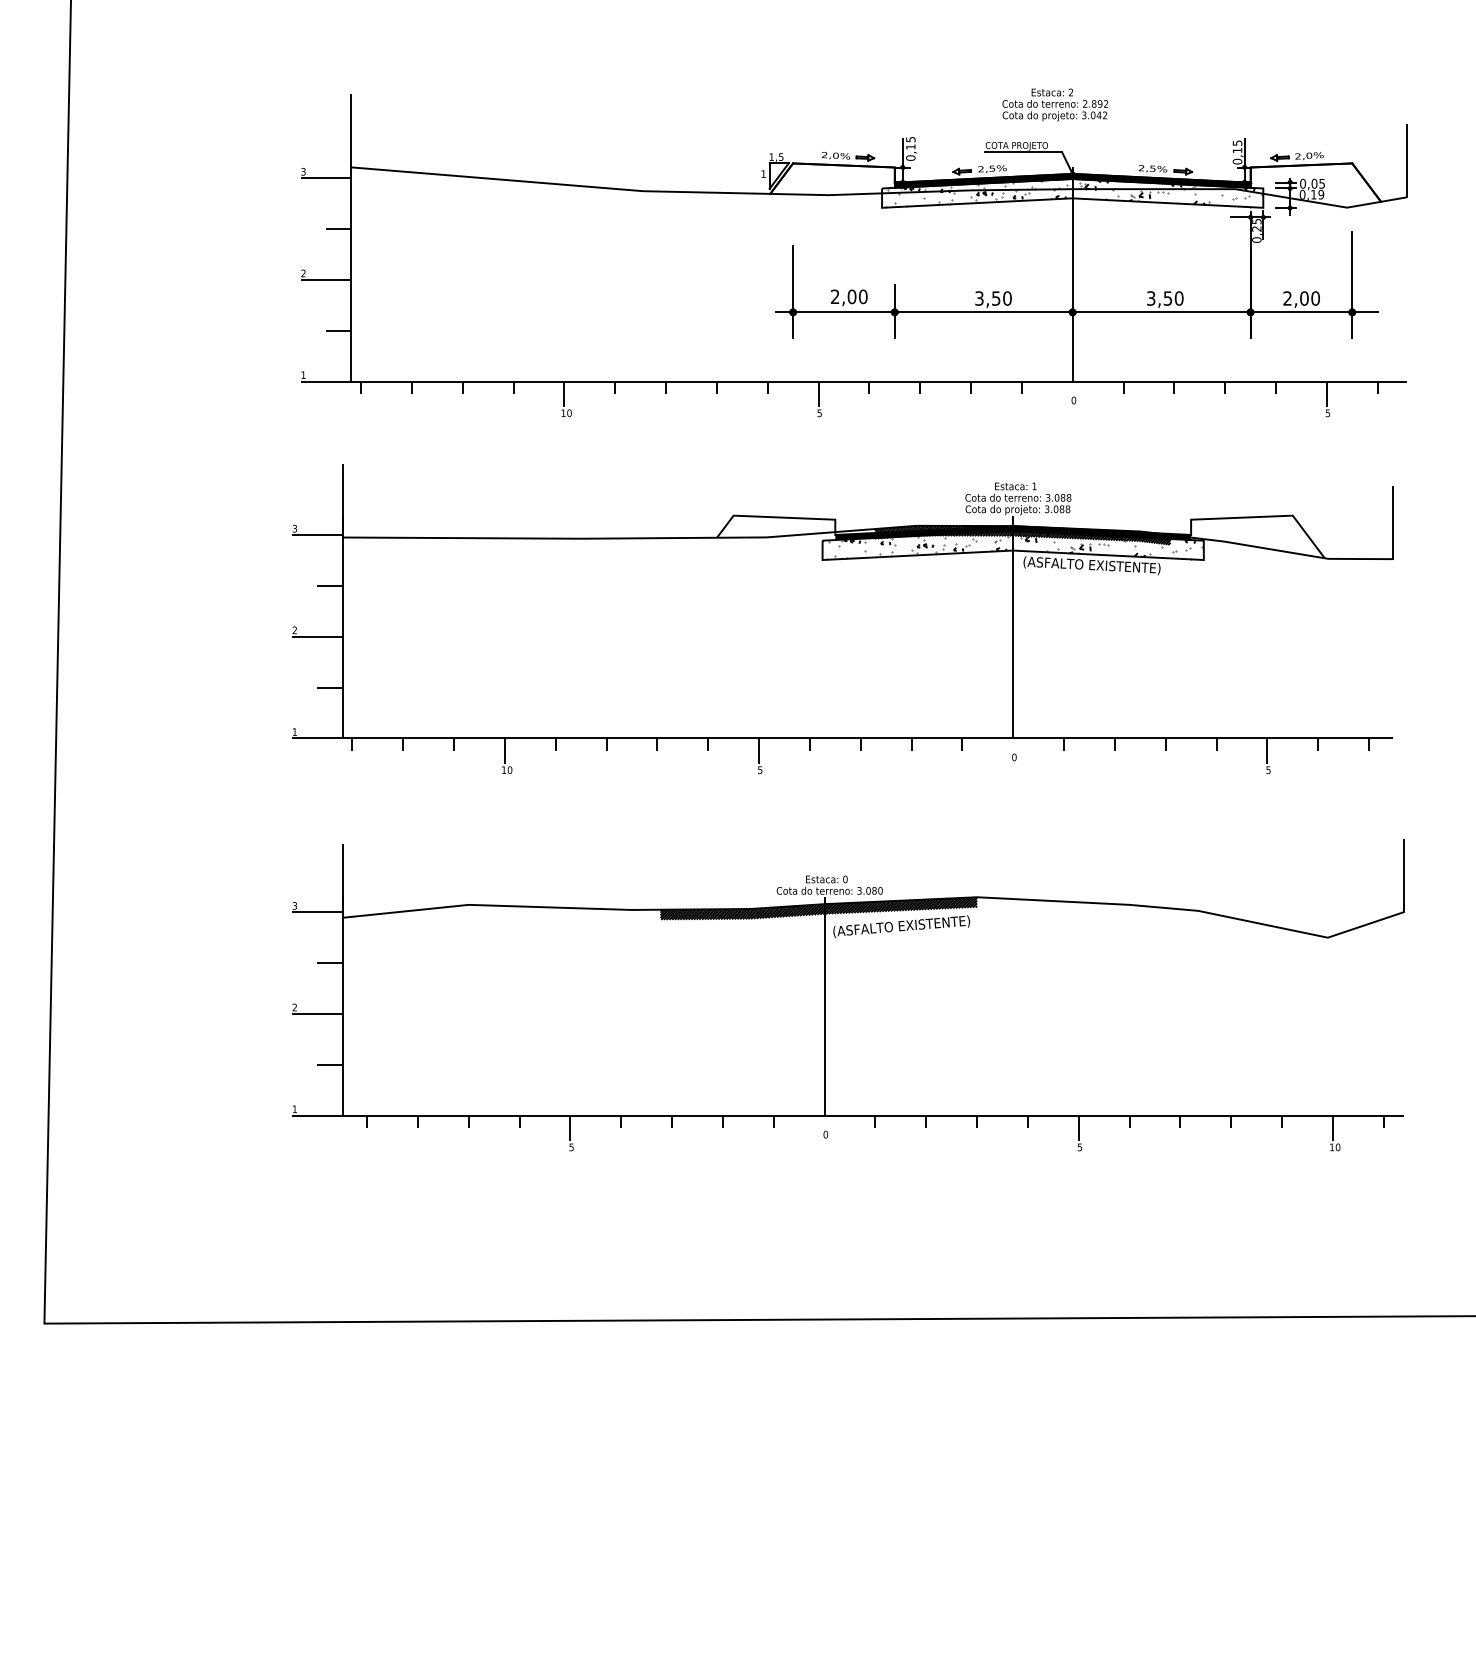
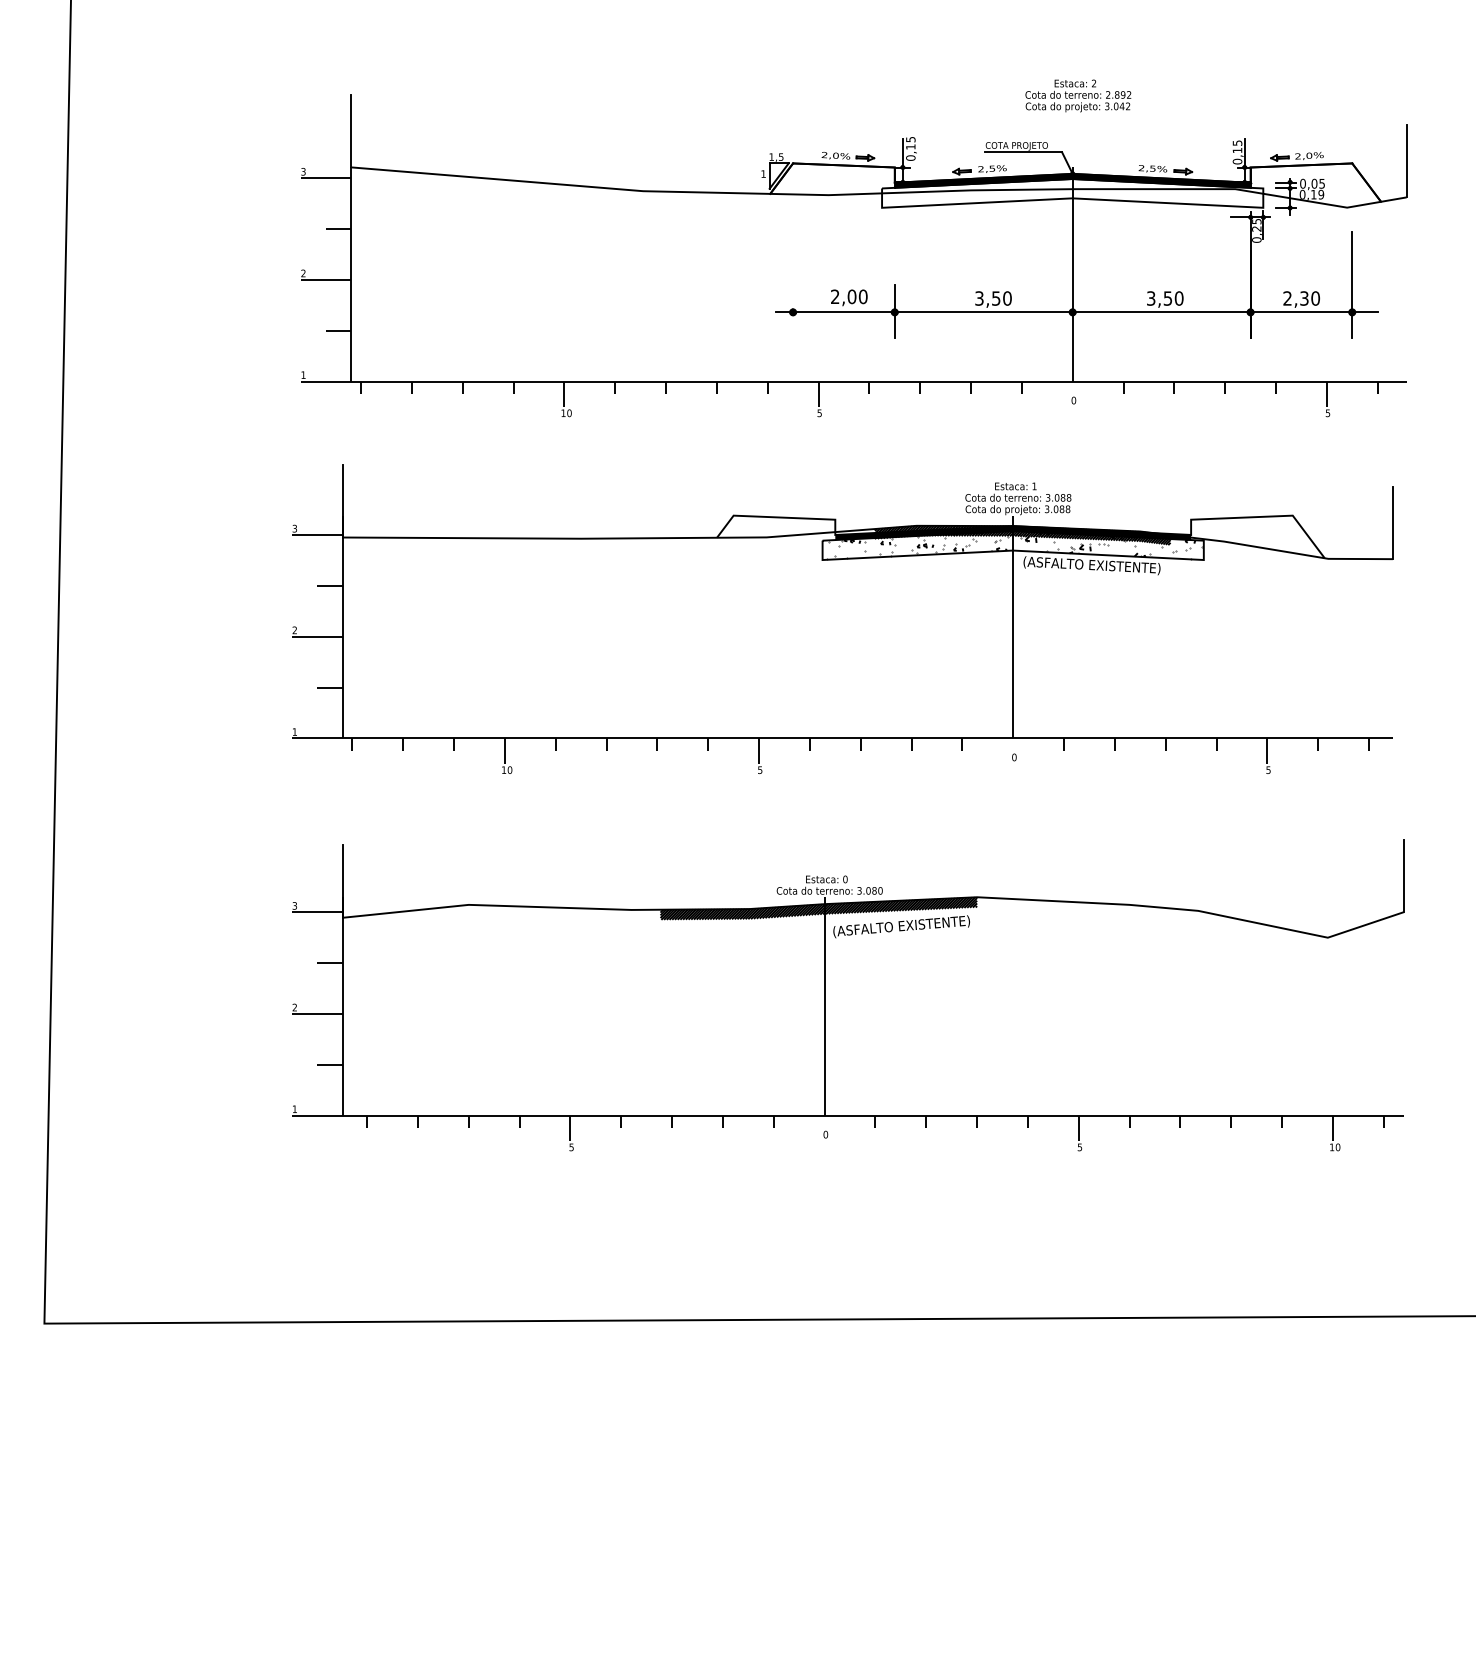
text at (1055, 104) position: (1055, 104) -> (1078, 95)
hatch at (1073, 193): present -> none
line at (793, 291): present -> none
text at (1304, 298): 2,00 -> 2,30
